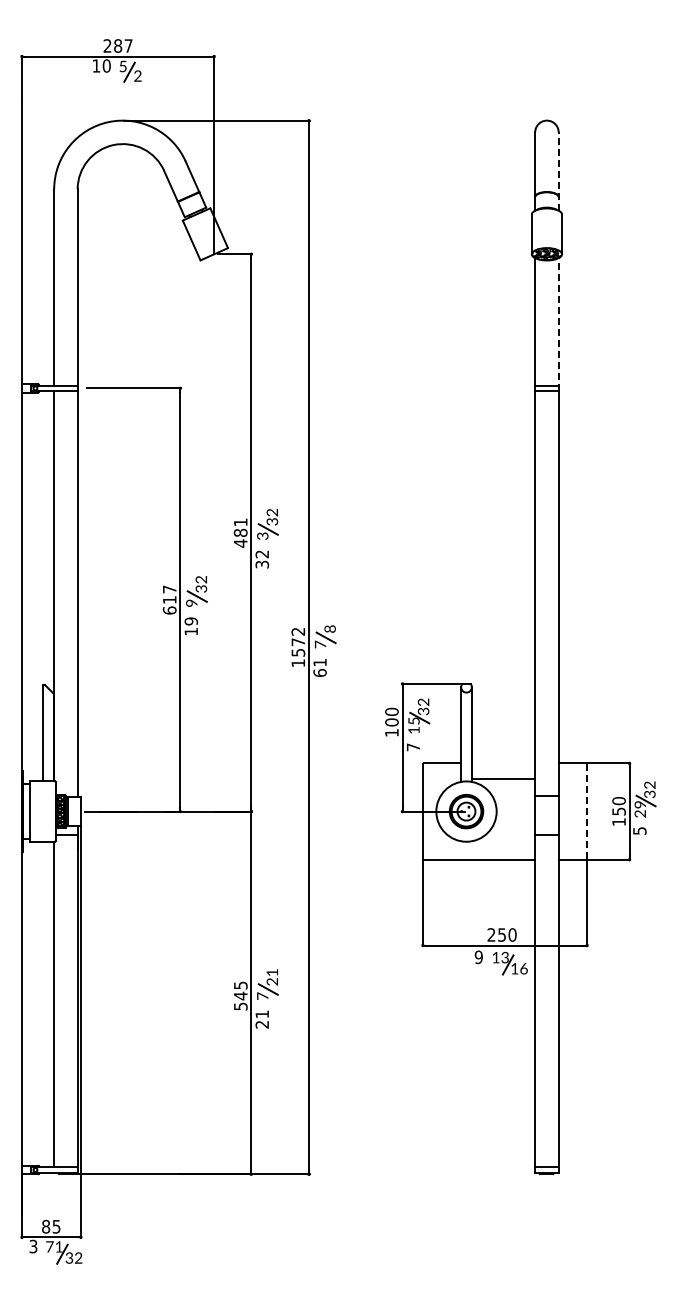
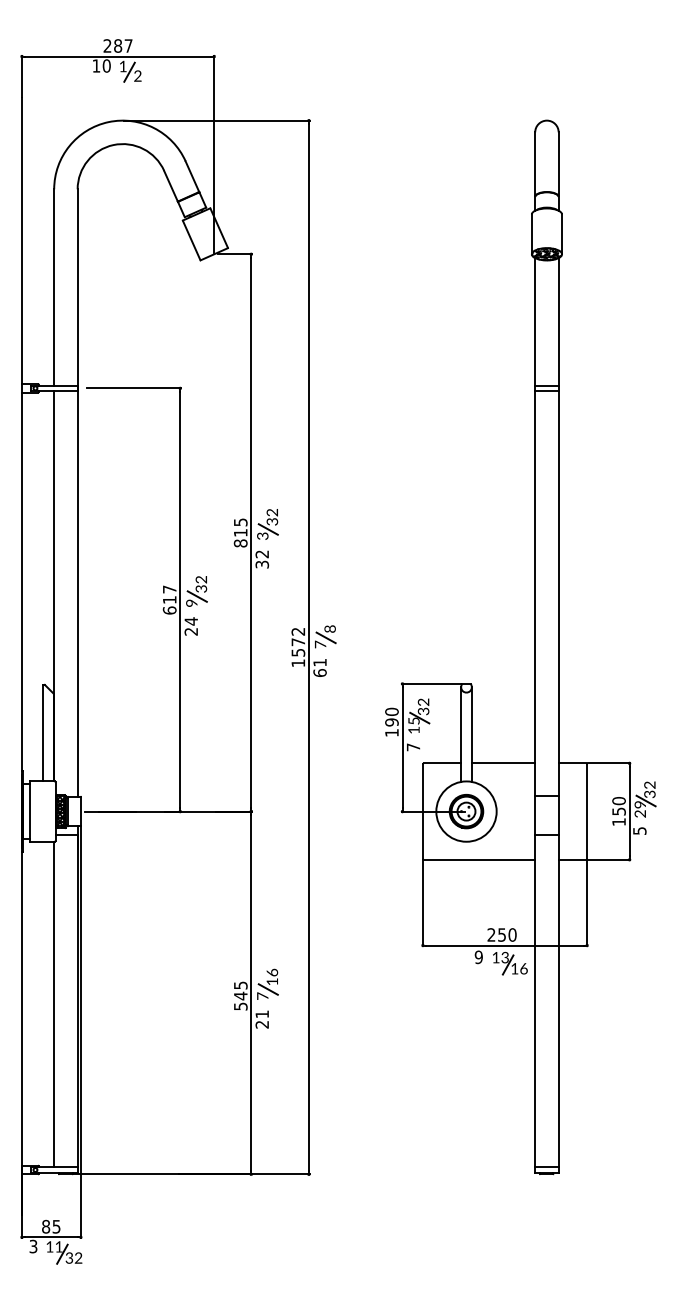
text at (122, 66): 5 -> 1
line at (558, 171): dashed -> solid
line at (558, 324): dashed -> solid
text at (240, 532): 481 -> 815
text at (191, 626): 19 -> 24
text at (391, 722): 100 -> 190
line at (503, 779) position: (503, 779) -> (503, 763)
line at (587, 811): dashed -> solid
text at (272, 976): 21 -> 16
text at (49, 1246): 71 -> 11
